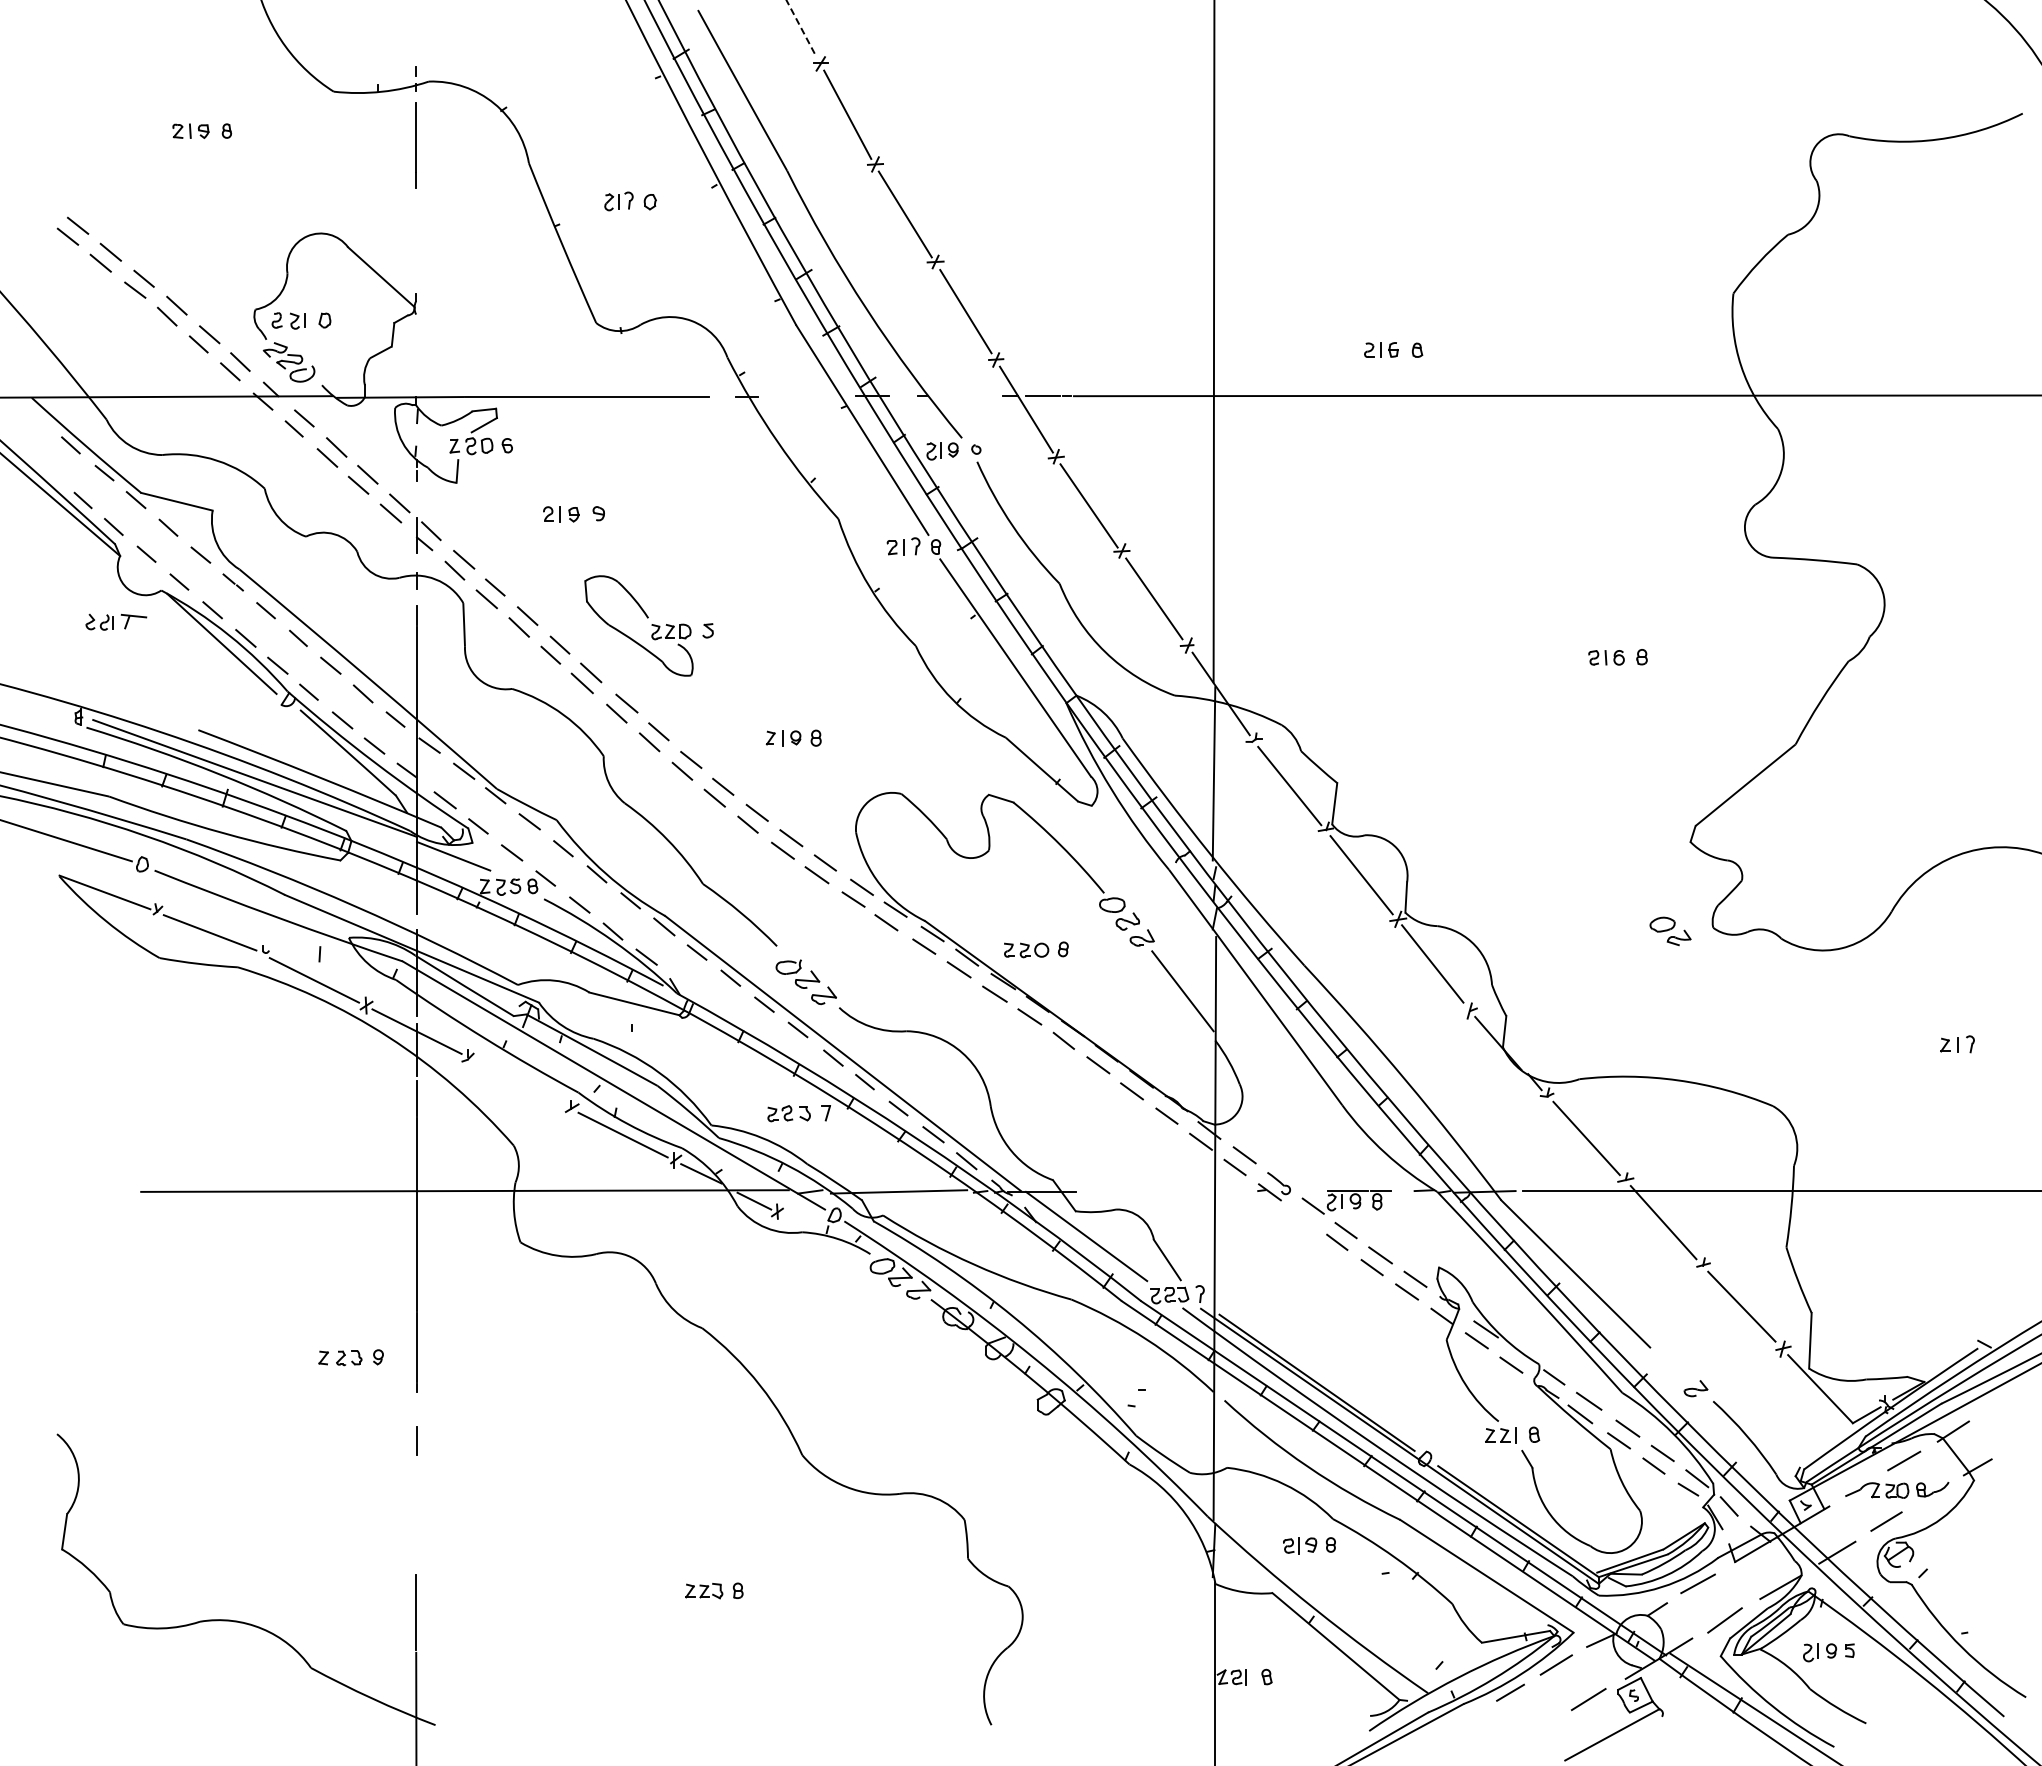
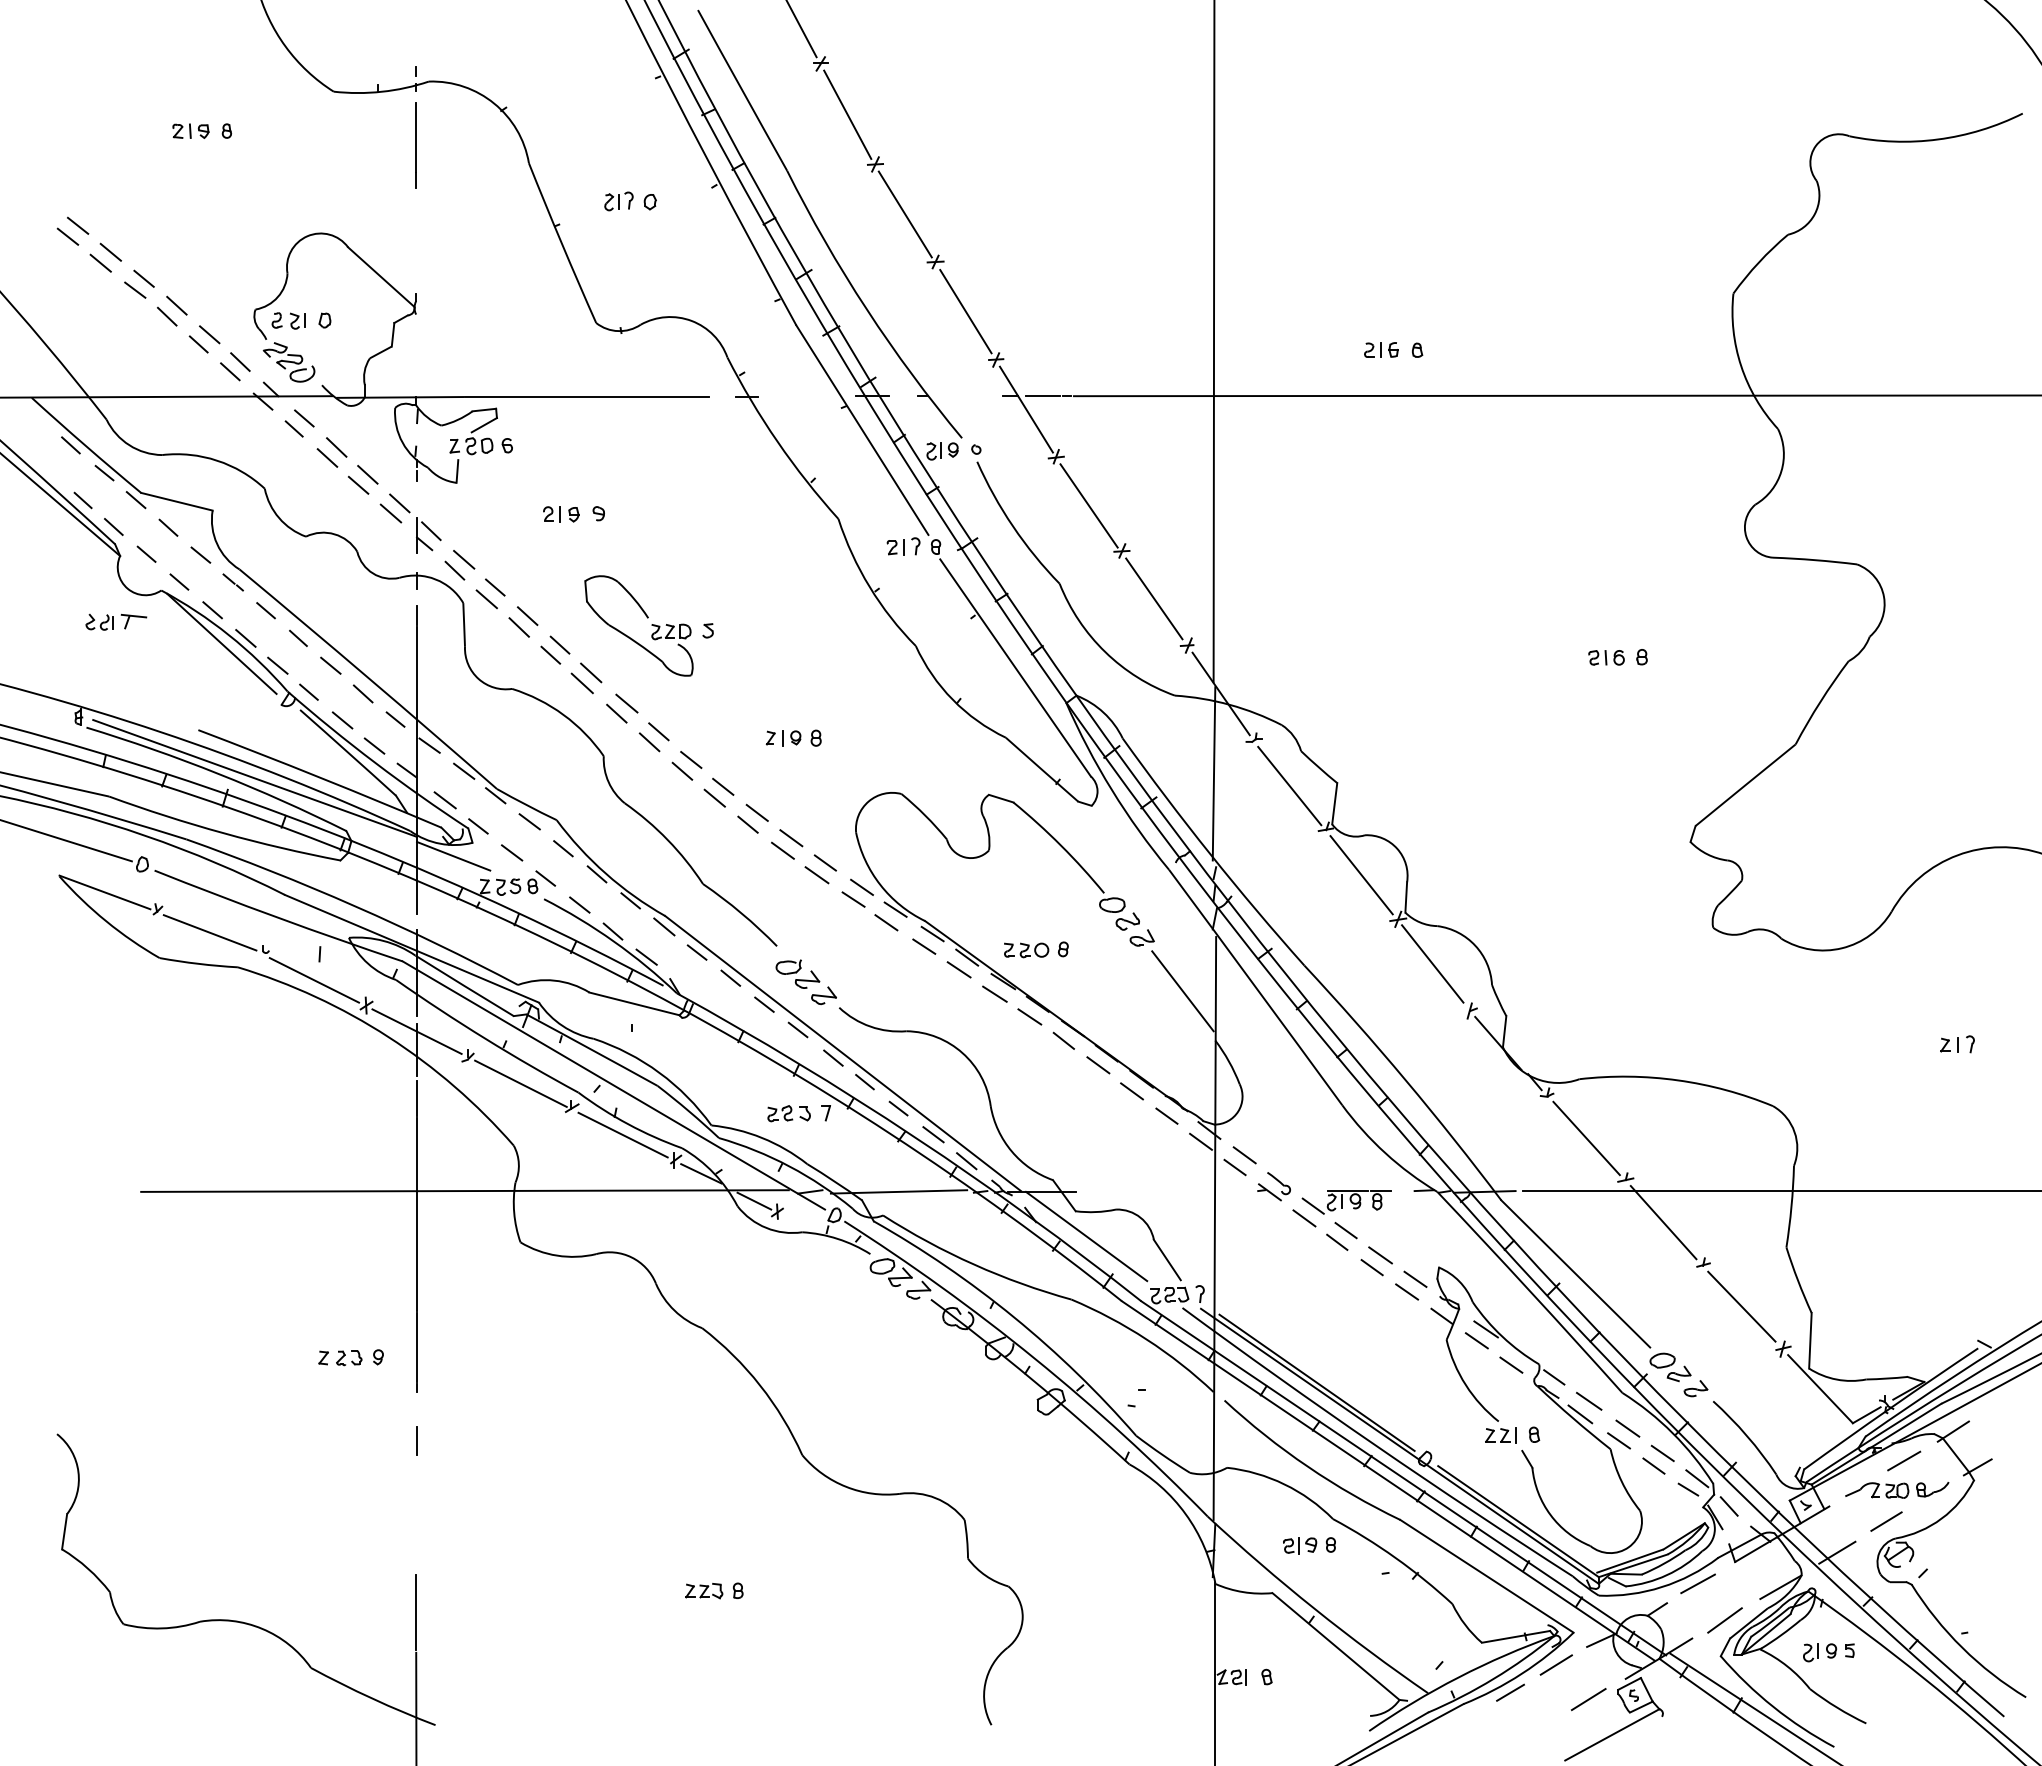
line at (801, 28): dashed -> solid
part at (1670, 931) position: (1670, 931) -> (1670, 1367)
line at (520, 1083): none -> present
line at (1304, 1218): none -> present
